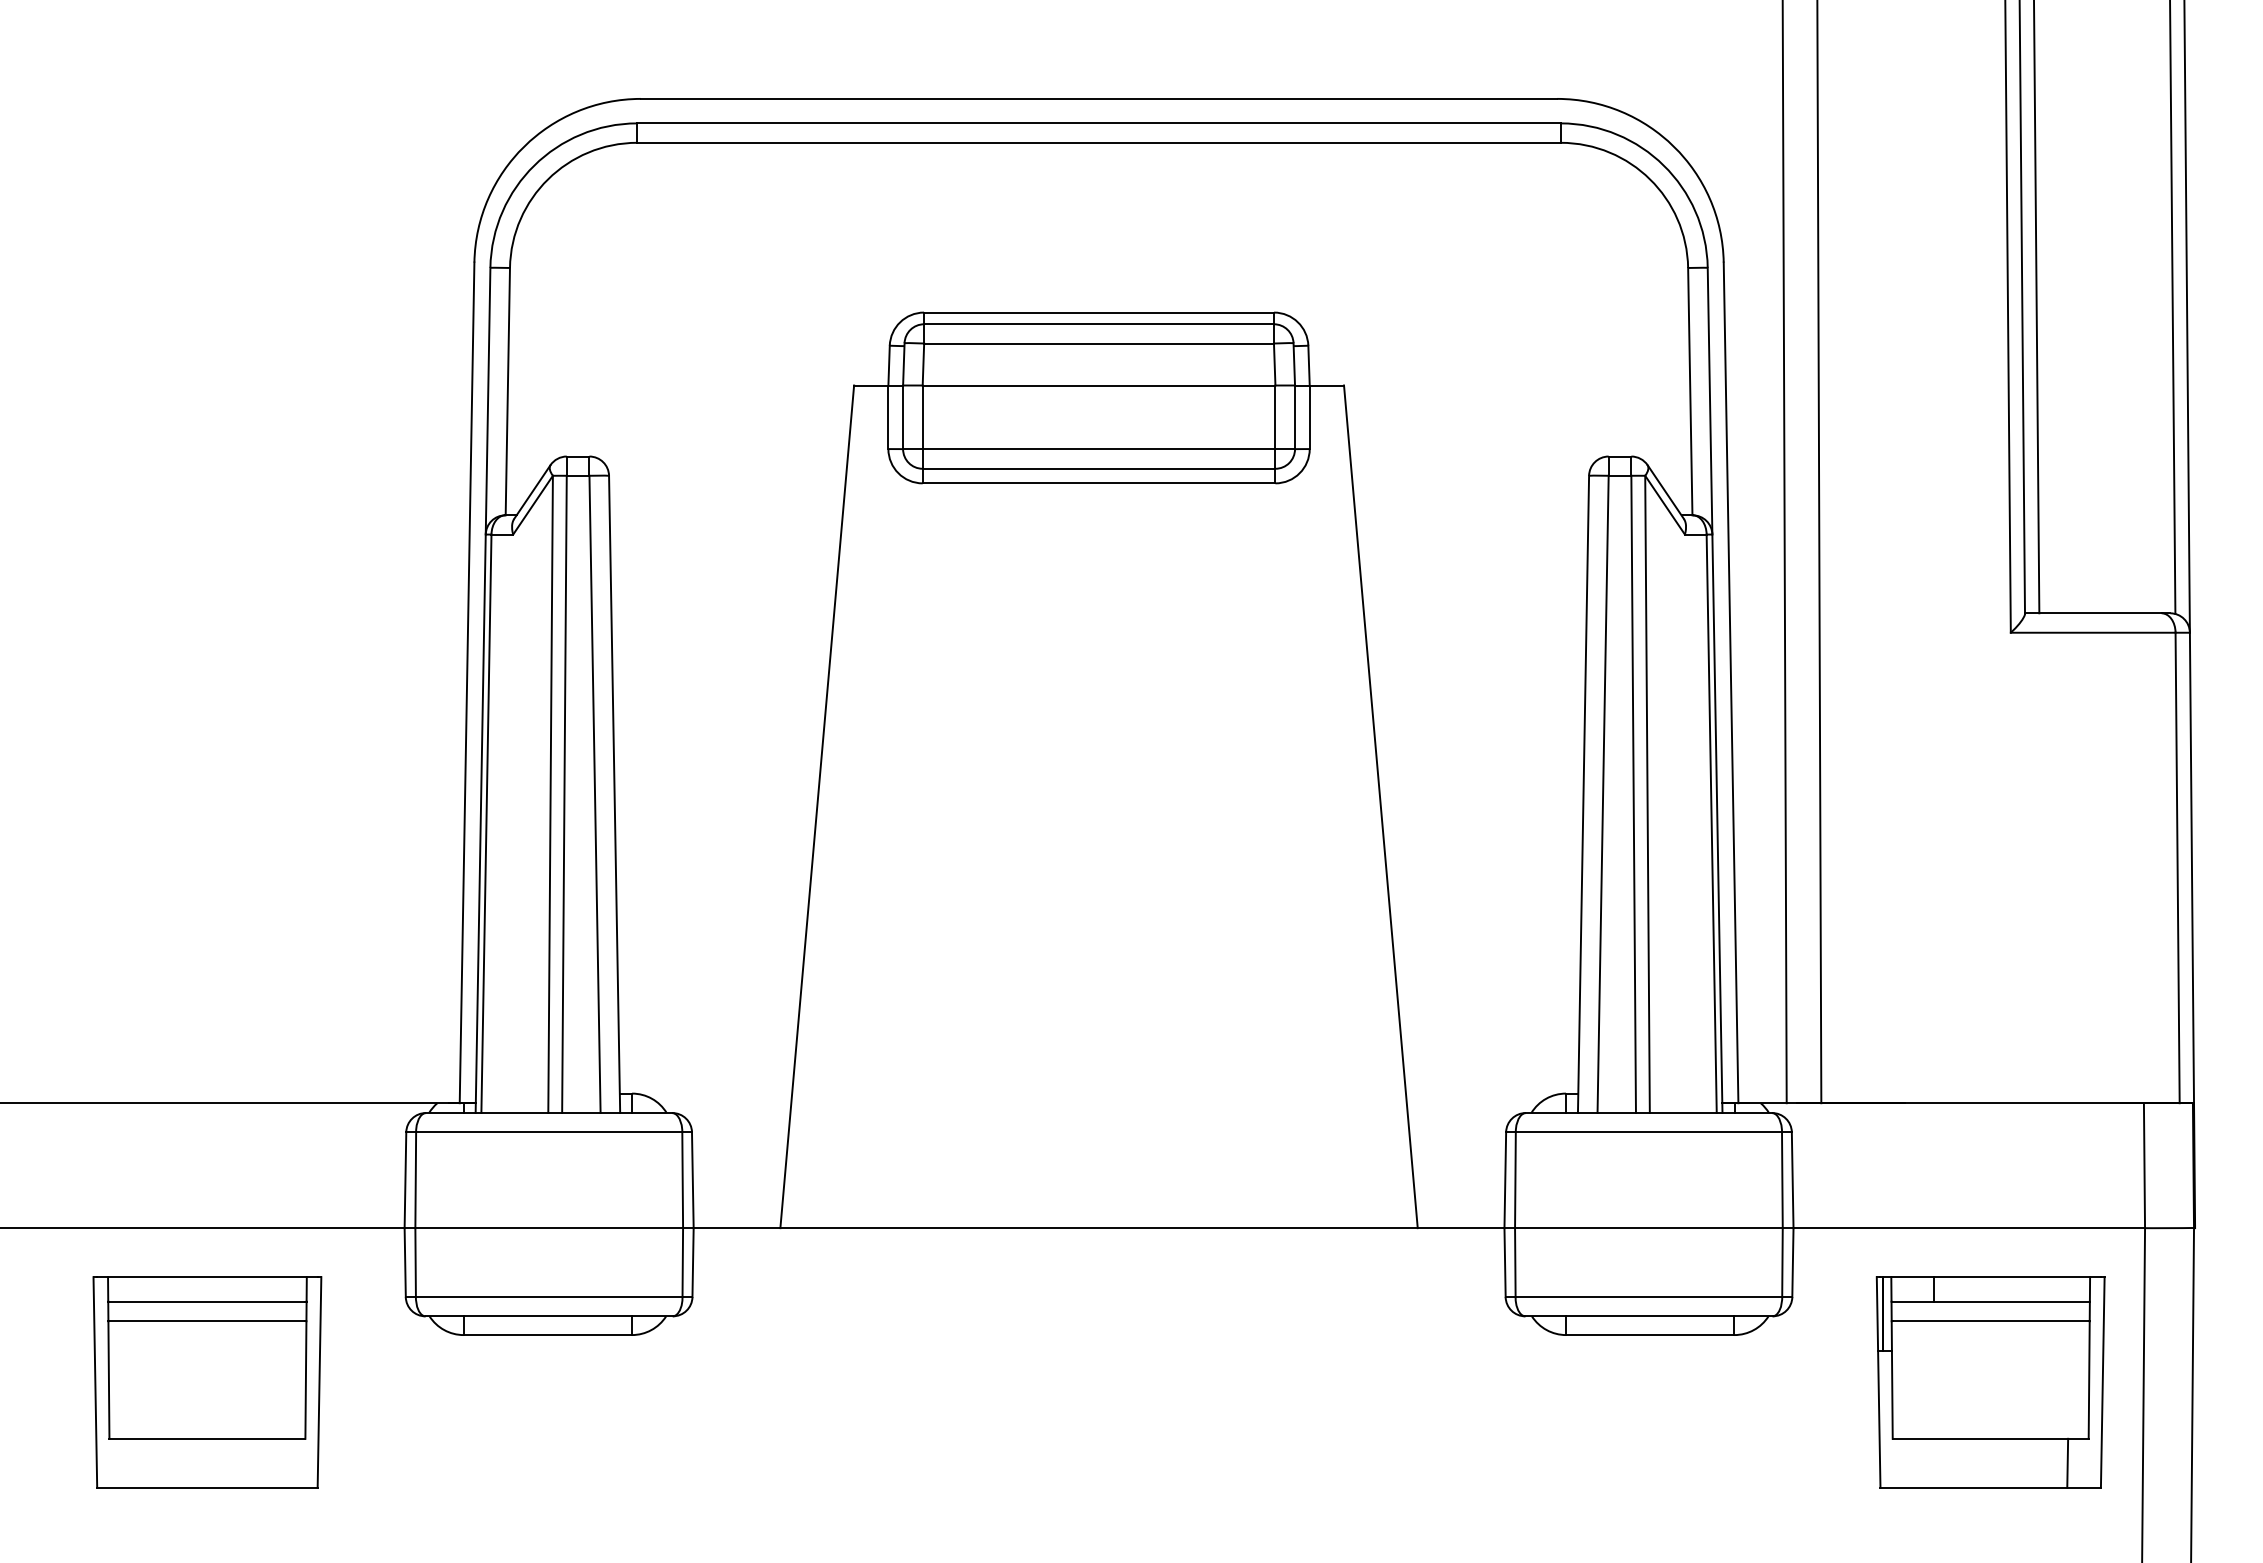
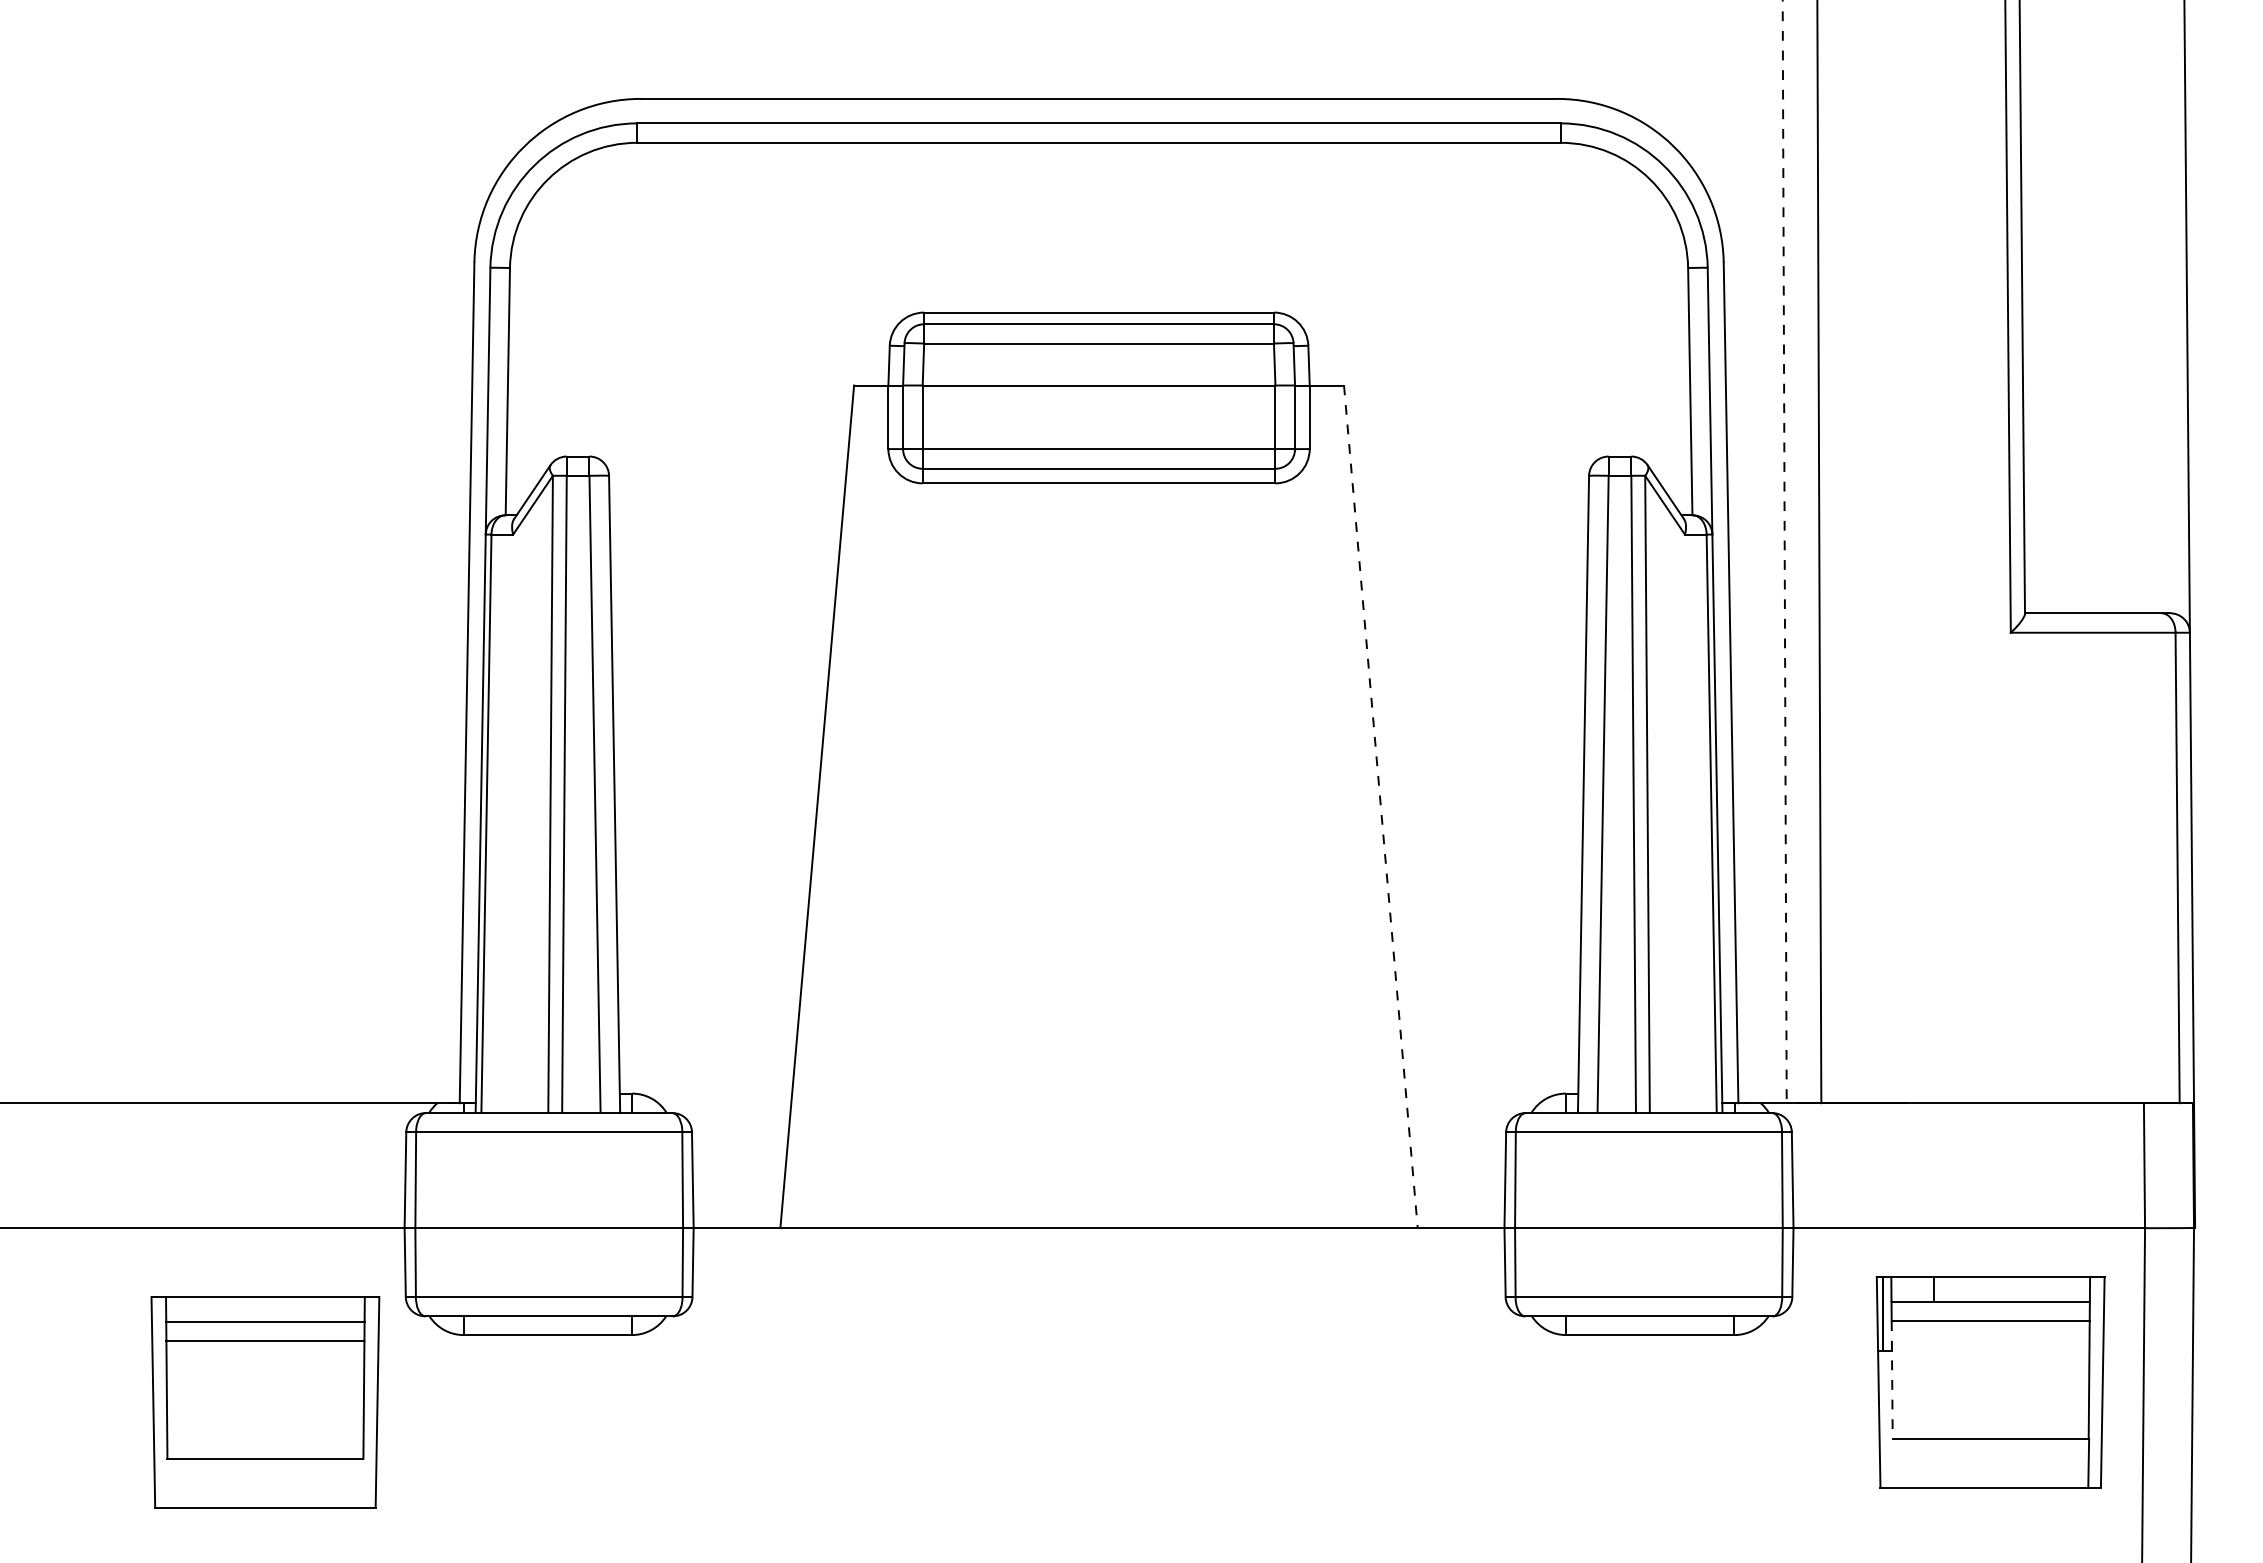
line at (2036, 307): present -> none
line at (2172, 307): present -> none
line at (1784, 552): solid -> dashed
line at (1380, 806): solid -> dashed
line at (1892, 1380): solid -> dashed
part at (207, 1382) position: (207, 1382) -> (265, 1402)
line at (2067, 1462) position: (2067, 1462) -> (2088, 1462)
